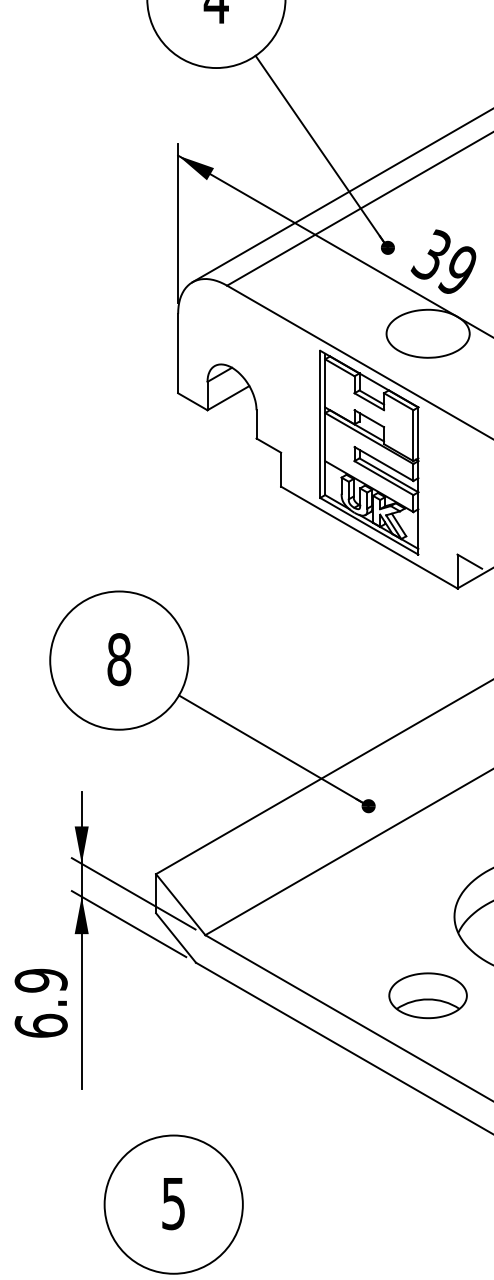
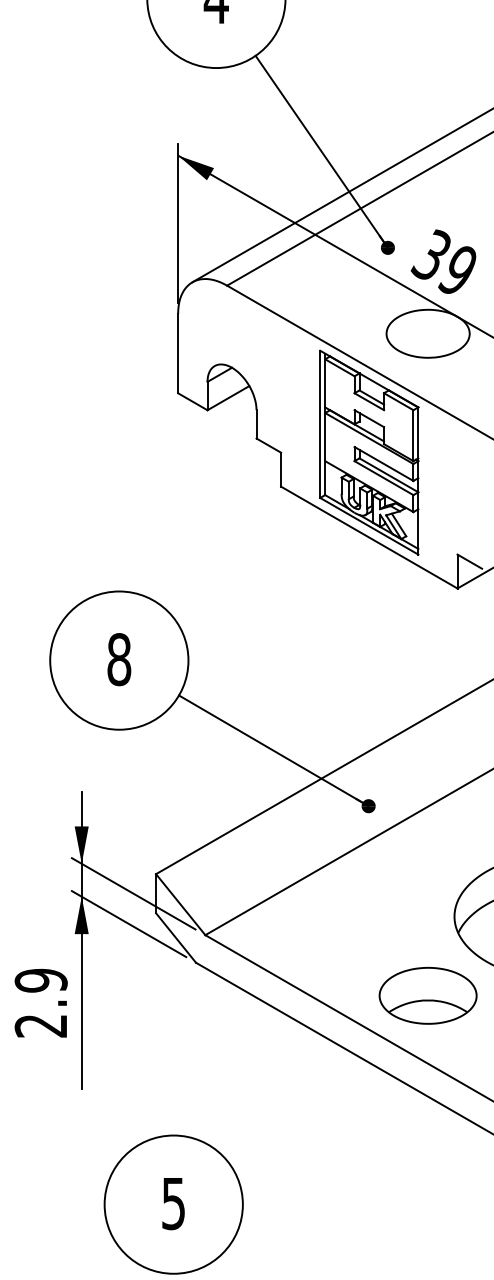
part at (427, 995) size: 80x48 px -> 100x59 px
text at (40, 1025): 6.9 -> 2.9
